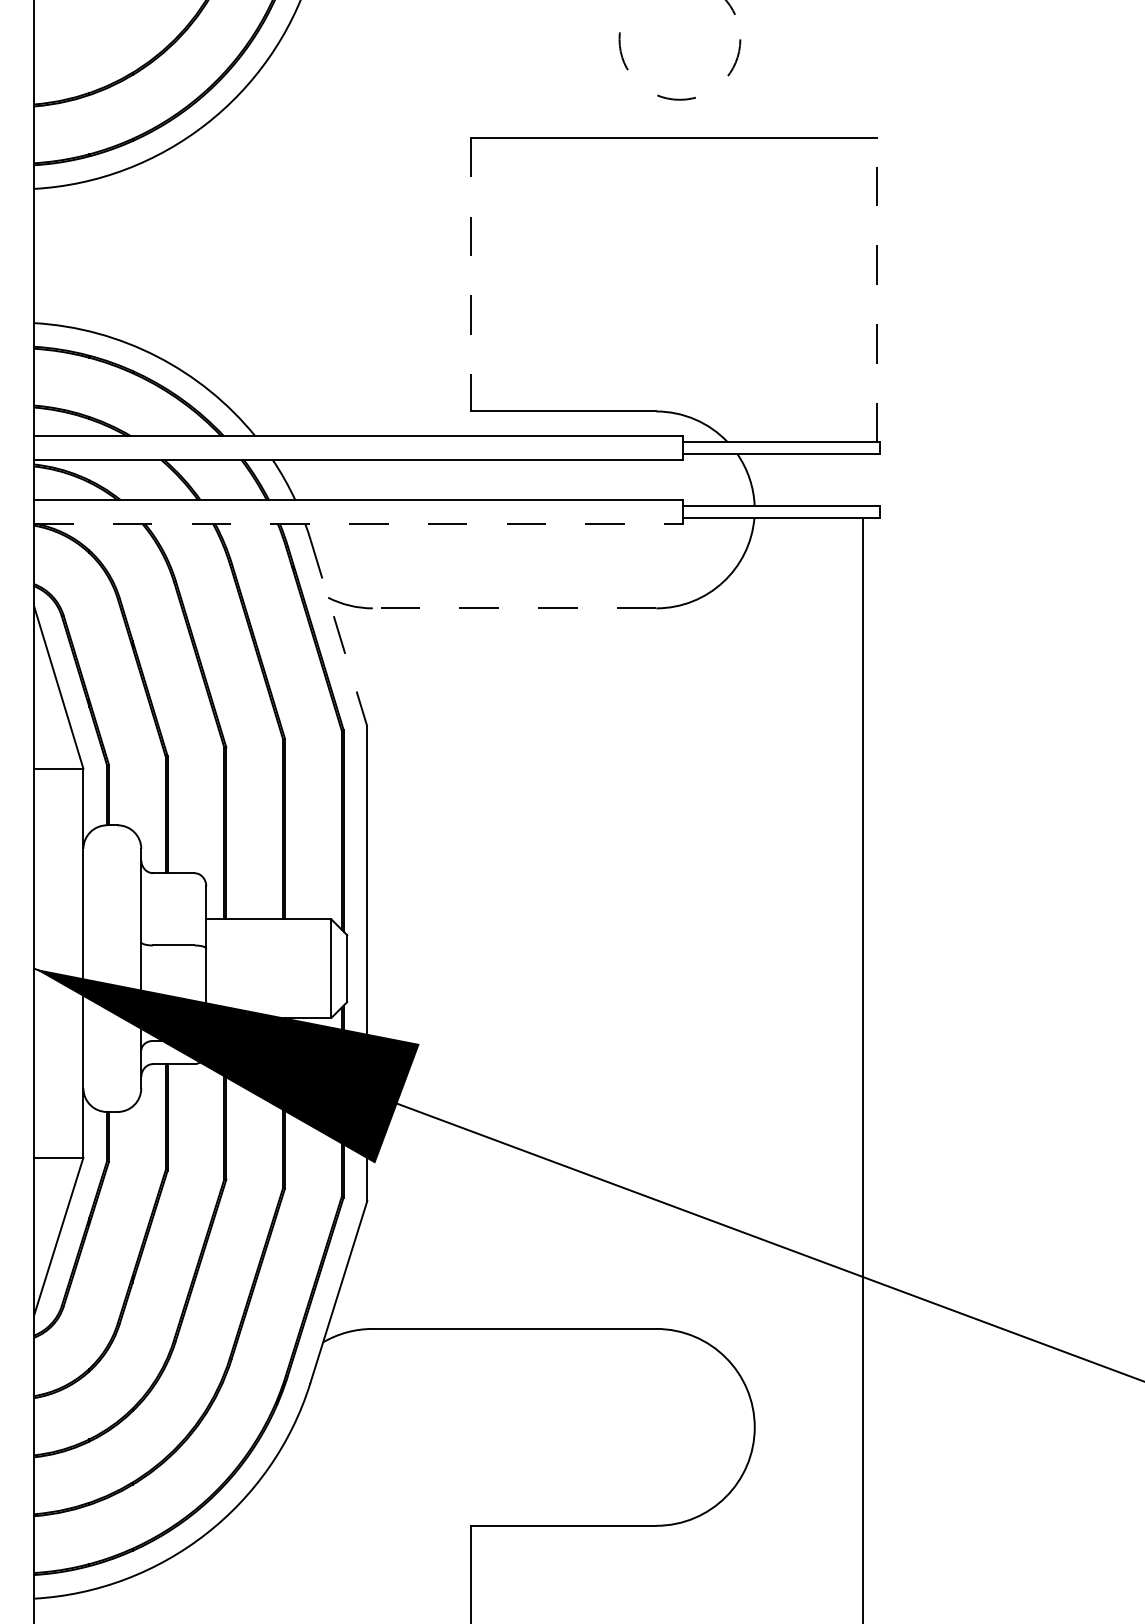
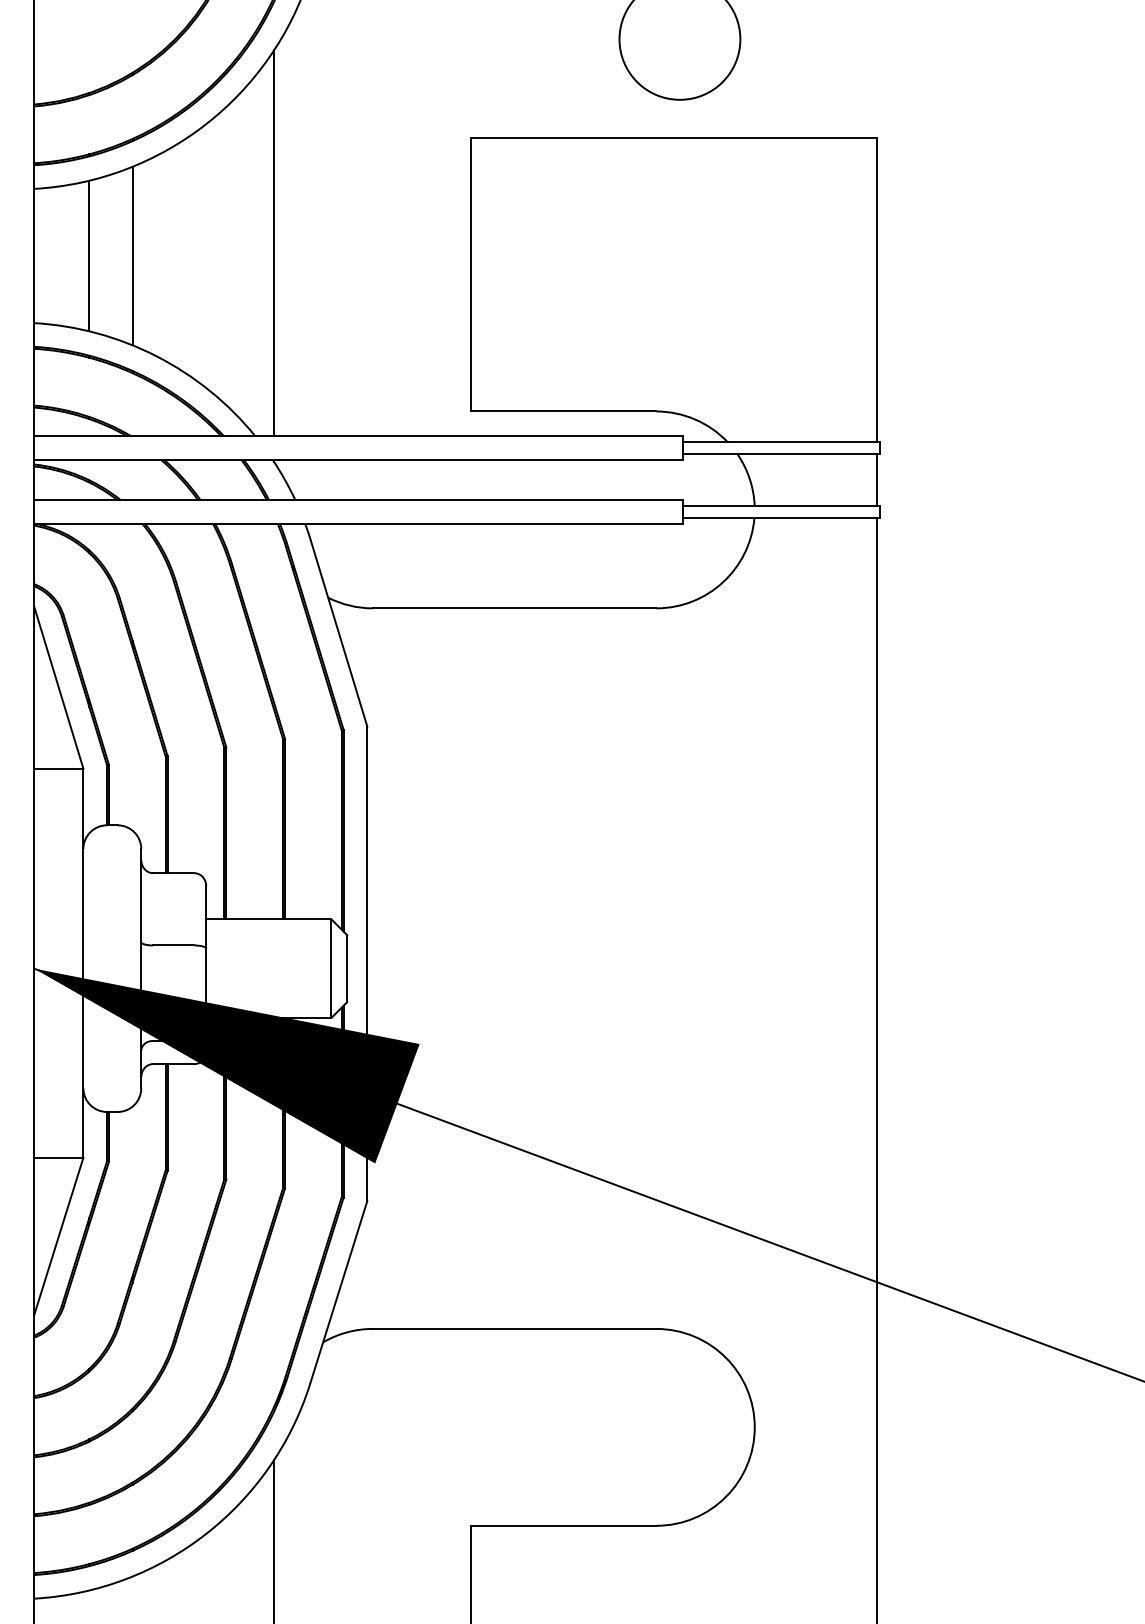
circle at (679, 49): dashed -> solid
line at (274, 242): none -> present
line at (89, 255): none -> present
line at (132, 255): none -> present
line at (471, 274): dashed -> solid
line at (876, 289): dashed -> solid
line at (876, 480): none -> present
line at (358, 523): dashed -> solid
line at (514, 608): dashed -> solid
line at (339, 634): dashed -> solid
line at (862, 1068) position: (862, 1068) -> (876, 1068)
line at (274, 1539): none -> present
